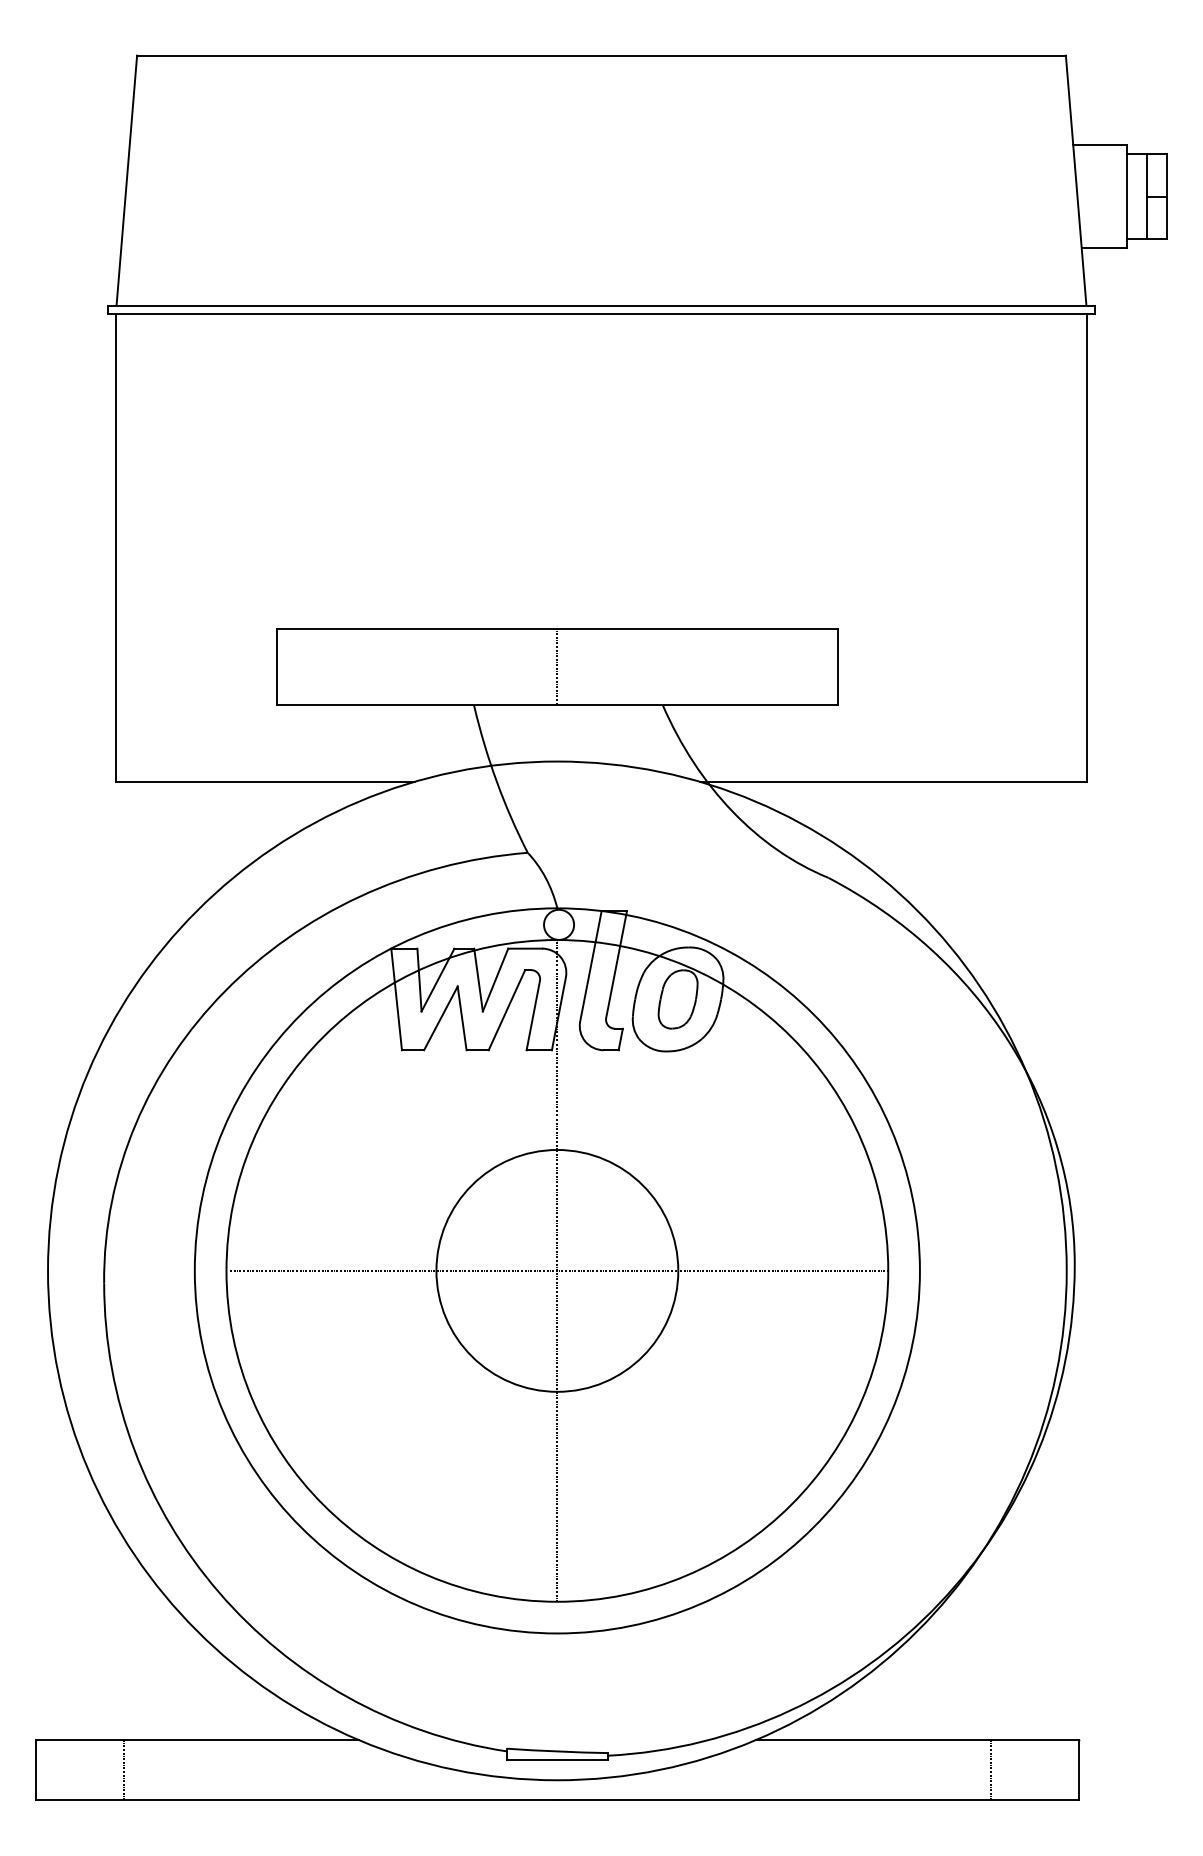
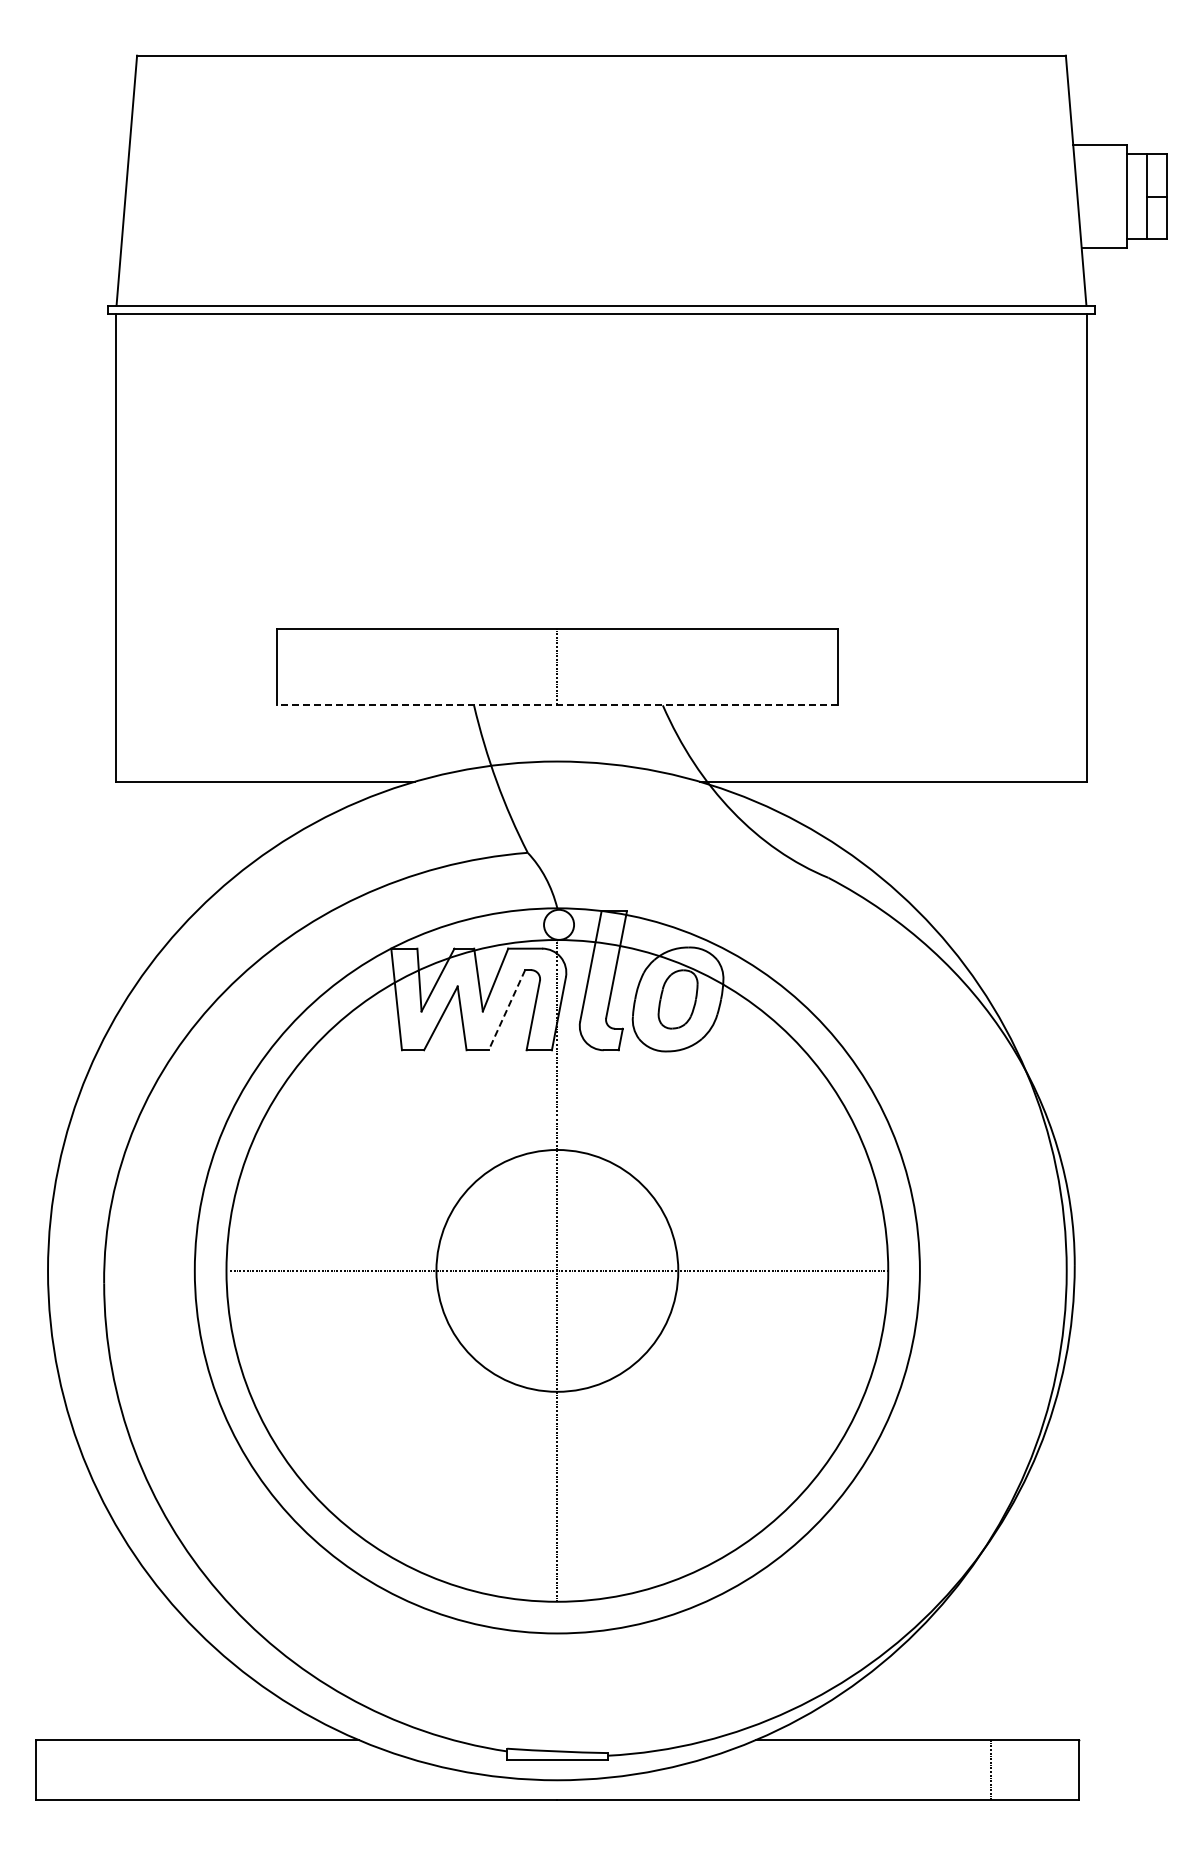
line at (557, 705): solid -> dashed
line at (506, 1010): solid -> dashed
line at (124, 1770): present -> none
